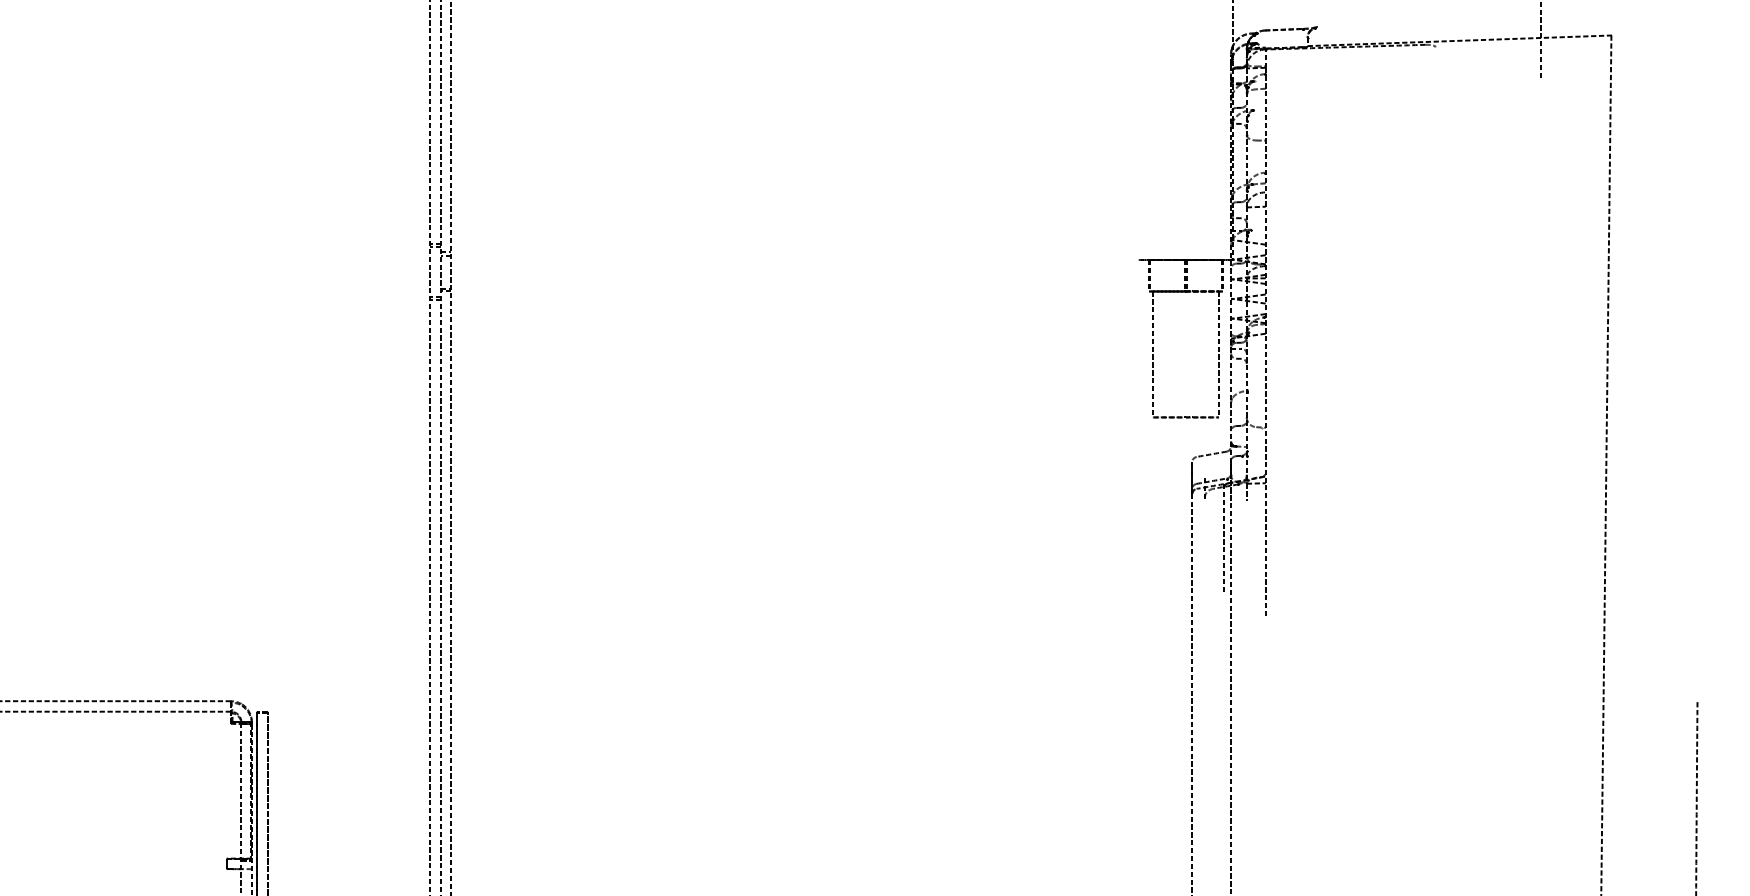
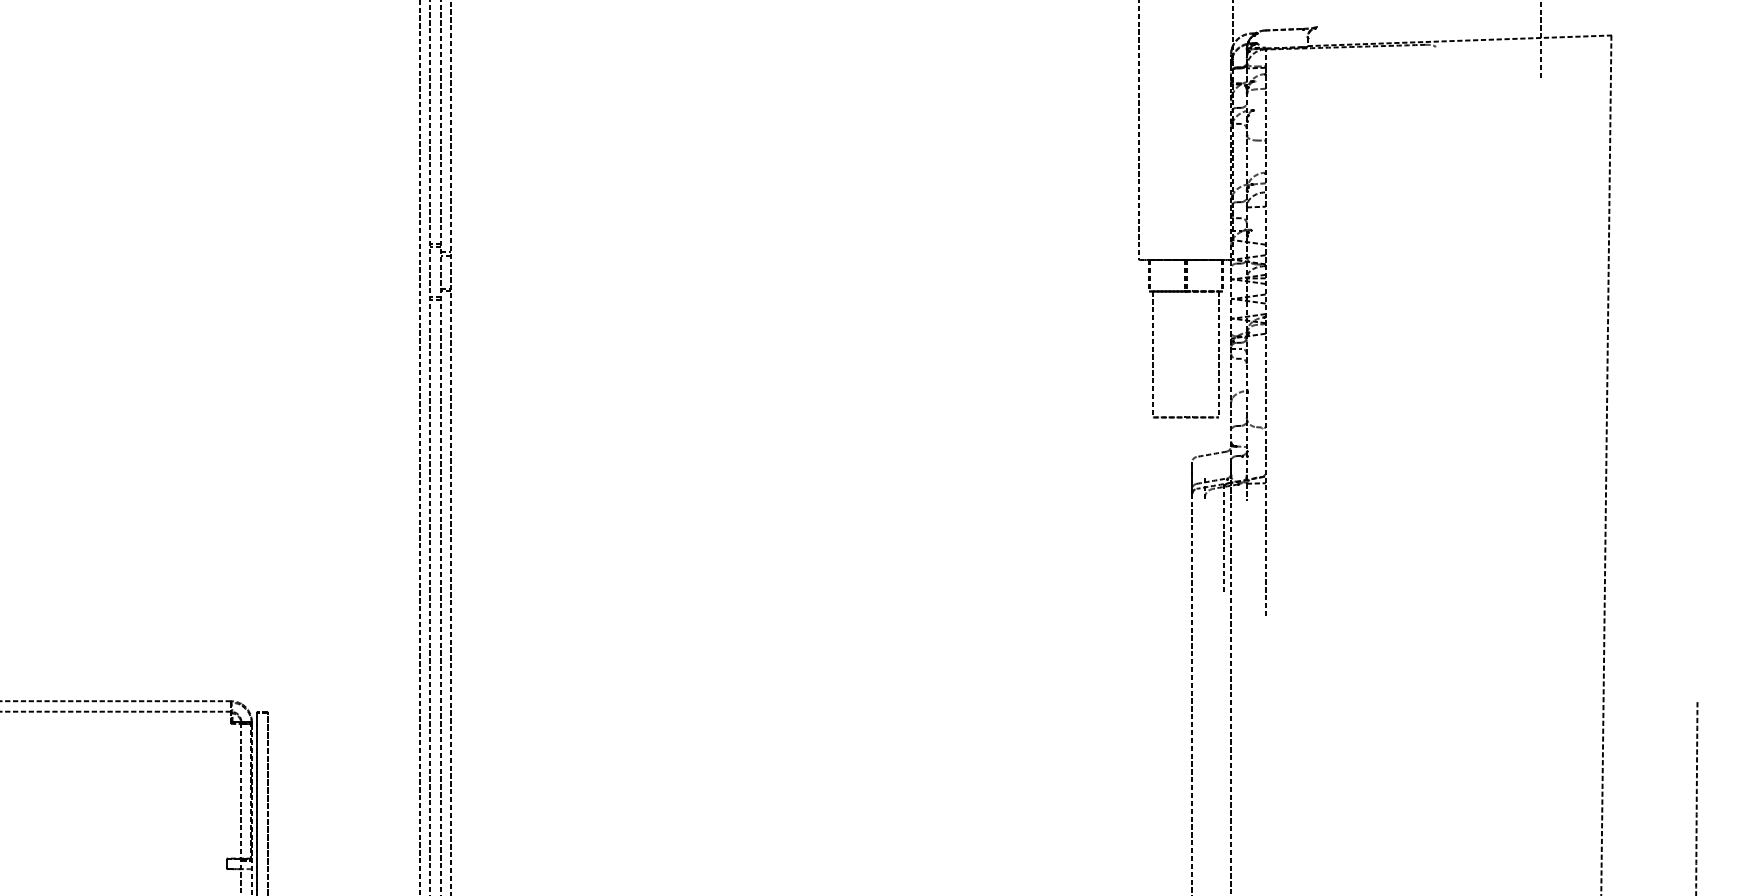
line at (1138, 131): none -> present
line at (419, 447): none -> present
